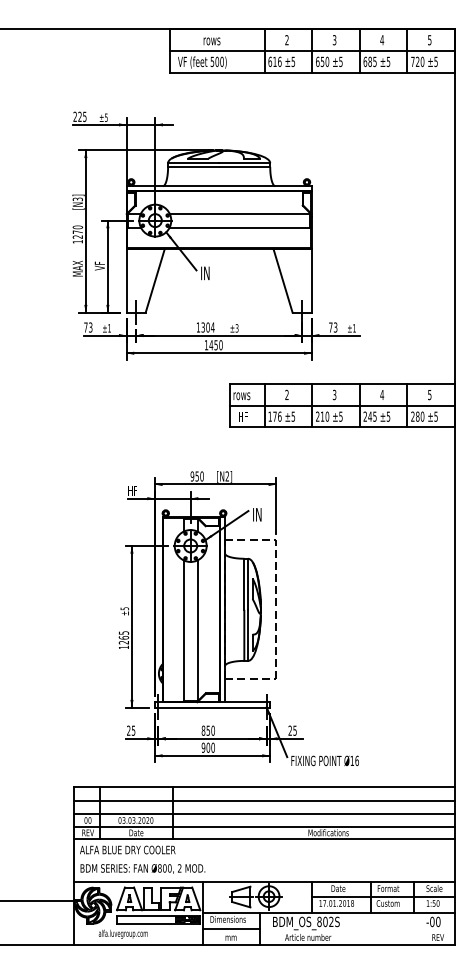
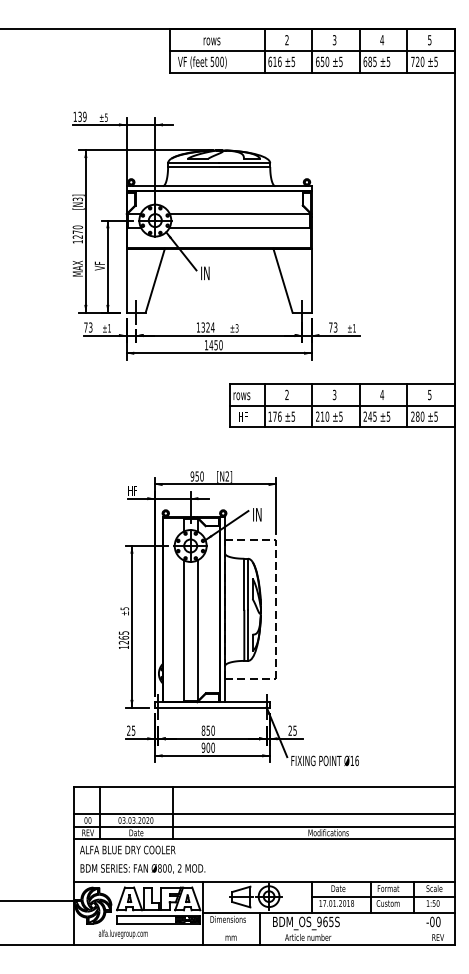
text at (79, 116): 225 -> 139
text at (207, 327): 1304 -> 1324
line at (263, 800): present -> none
text at (325, 921): BDM_OS_802S -> BDM_OS_965S
line at (230, 929): present -> none
